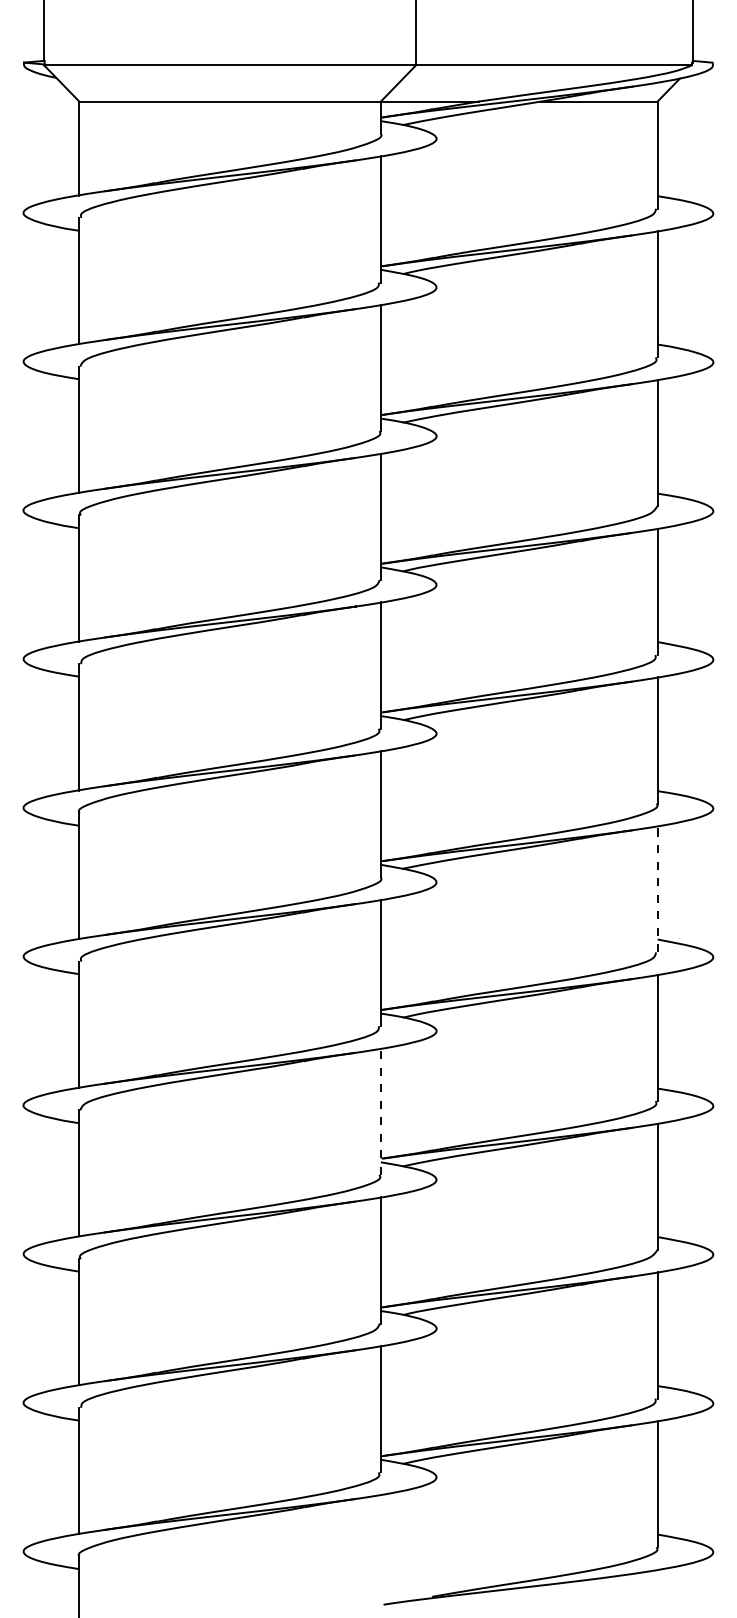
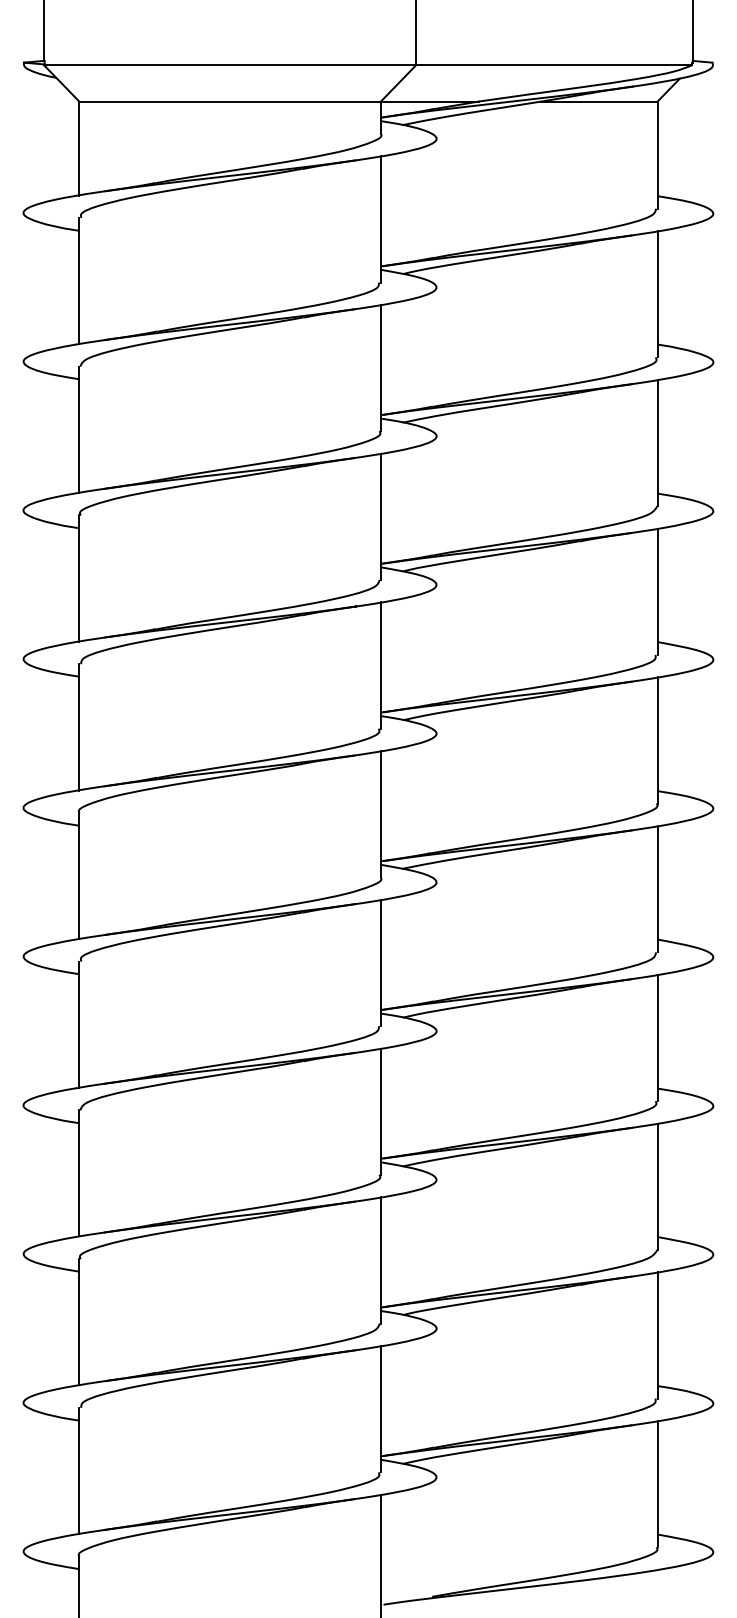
line at (657, 888): dashed -> solid
line at (380, 1111): dashed -> solid
line at (380, 1554): none -> present
